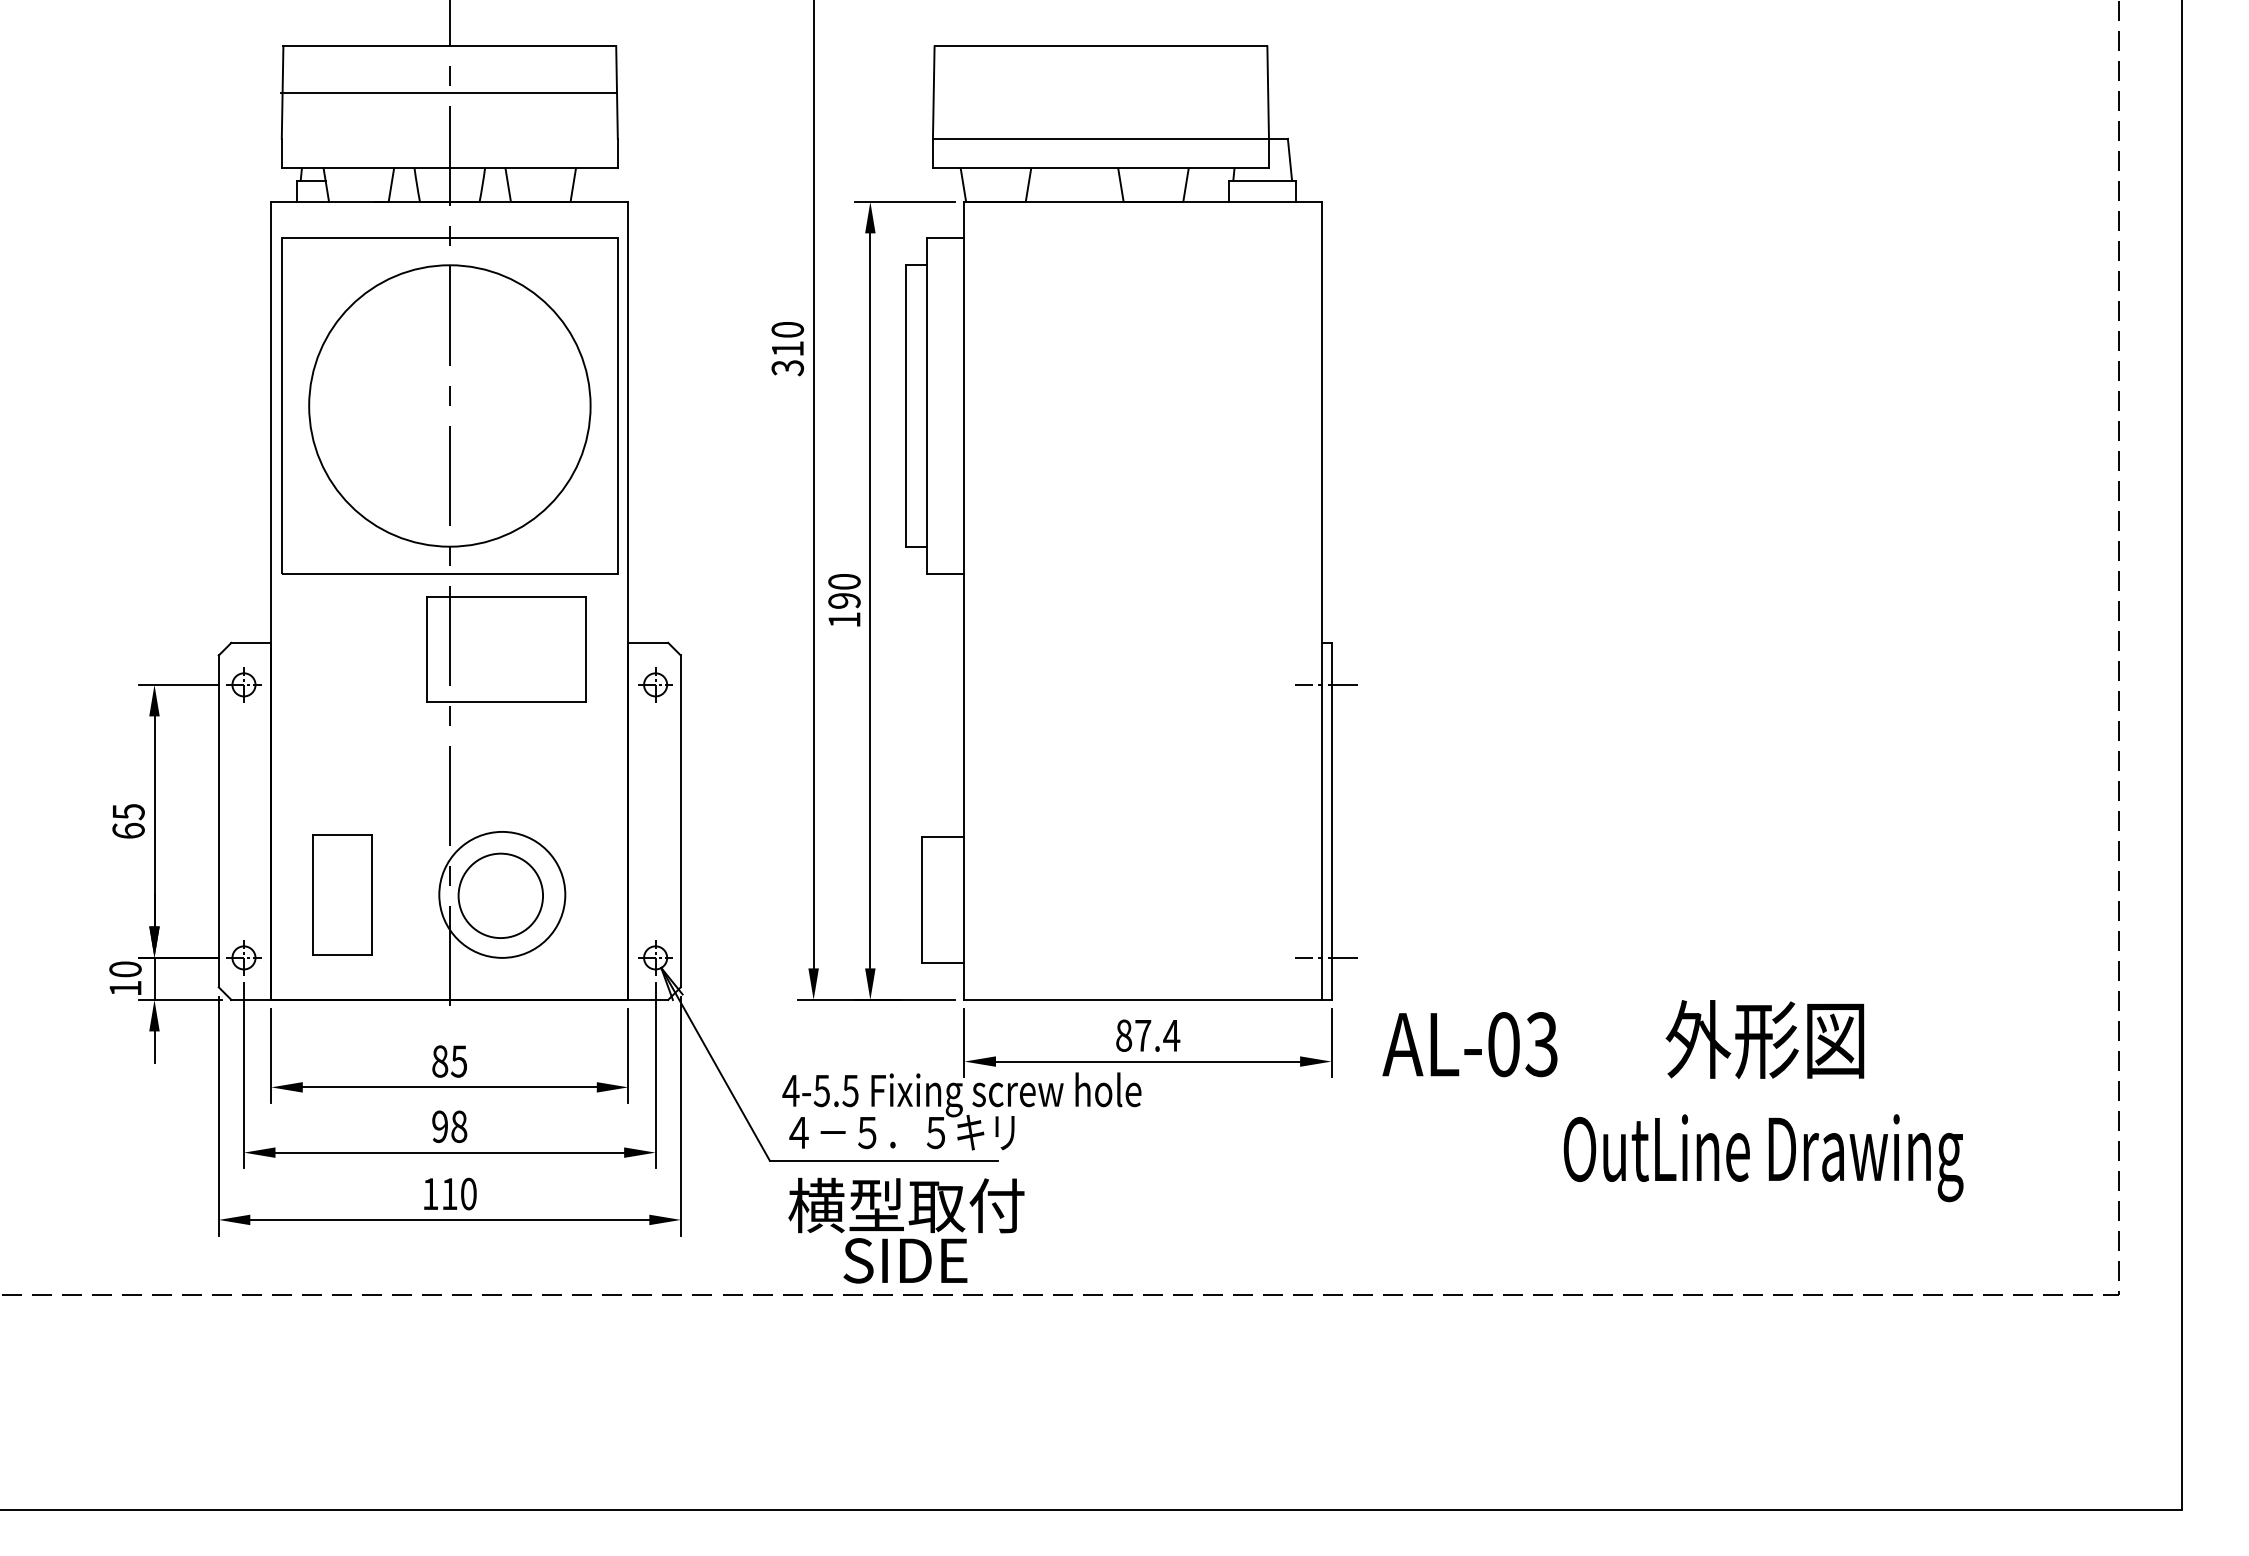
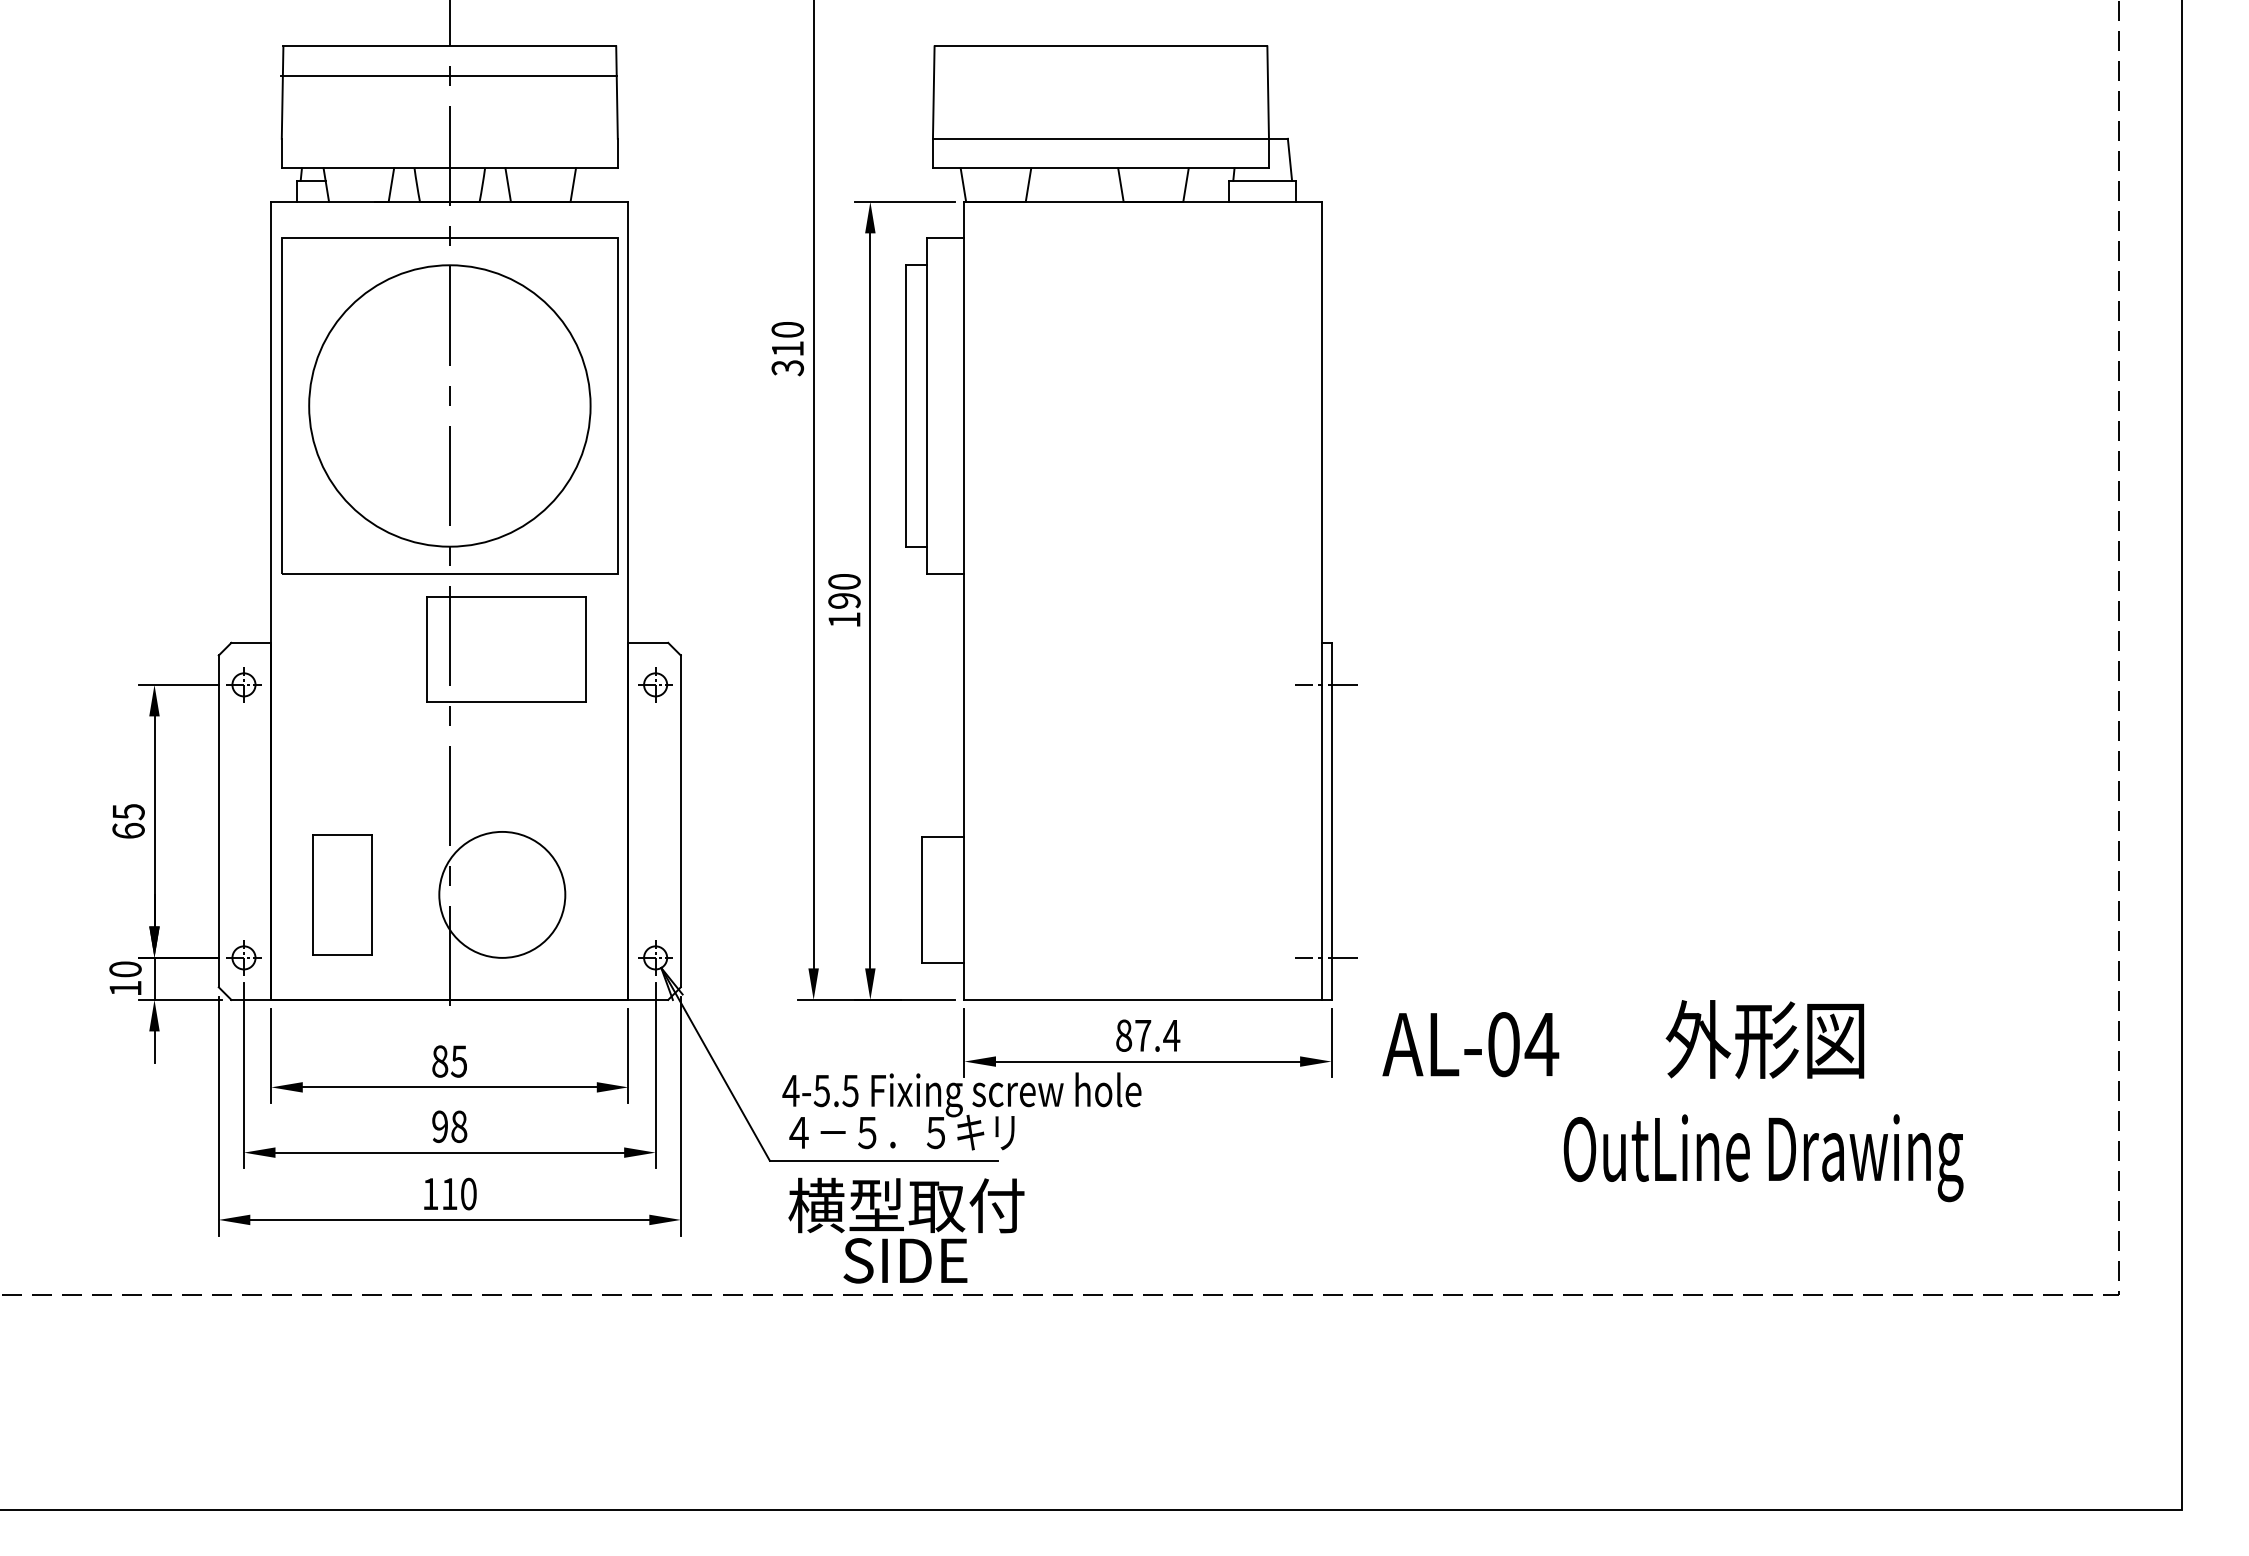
line at (449, 92) position: (449, 92) -> (449, 75)
circle at (500, 895): present -> none
text at (1541, 1044): AL-03 -> AL-04
